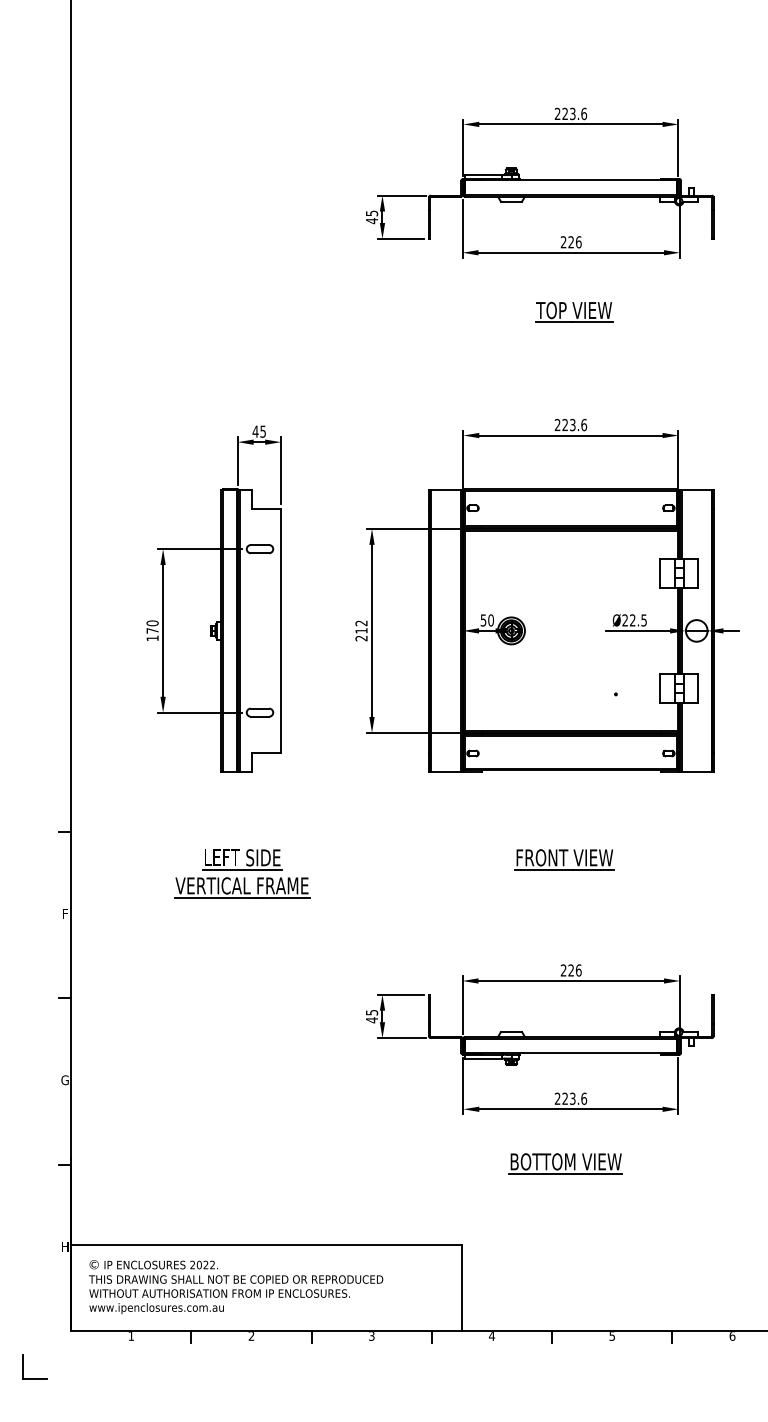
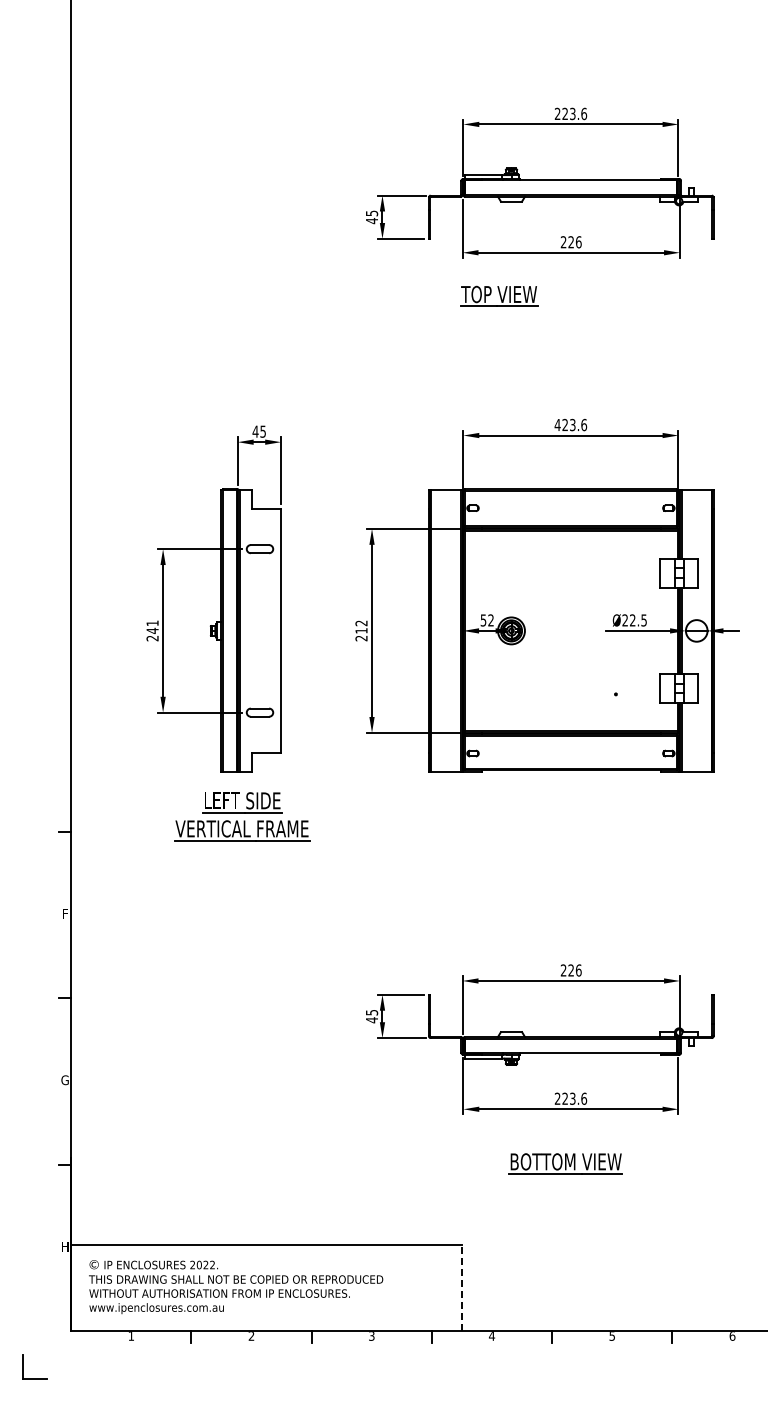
part at (574, 311) position: (574, 311) -> (499, 295)
text at (557, 424): 223.6 -> 423.6
text at (491, 620): 50 -> 52
text at (152, 630): 170 -> 241
part at (564, 859): present -> none
part at (242, 873) position: (242, 873) -> (242, 816)
line at (462, 1287): solid -> dashed
